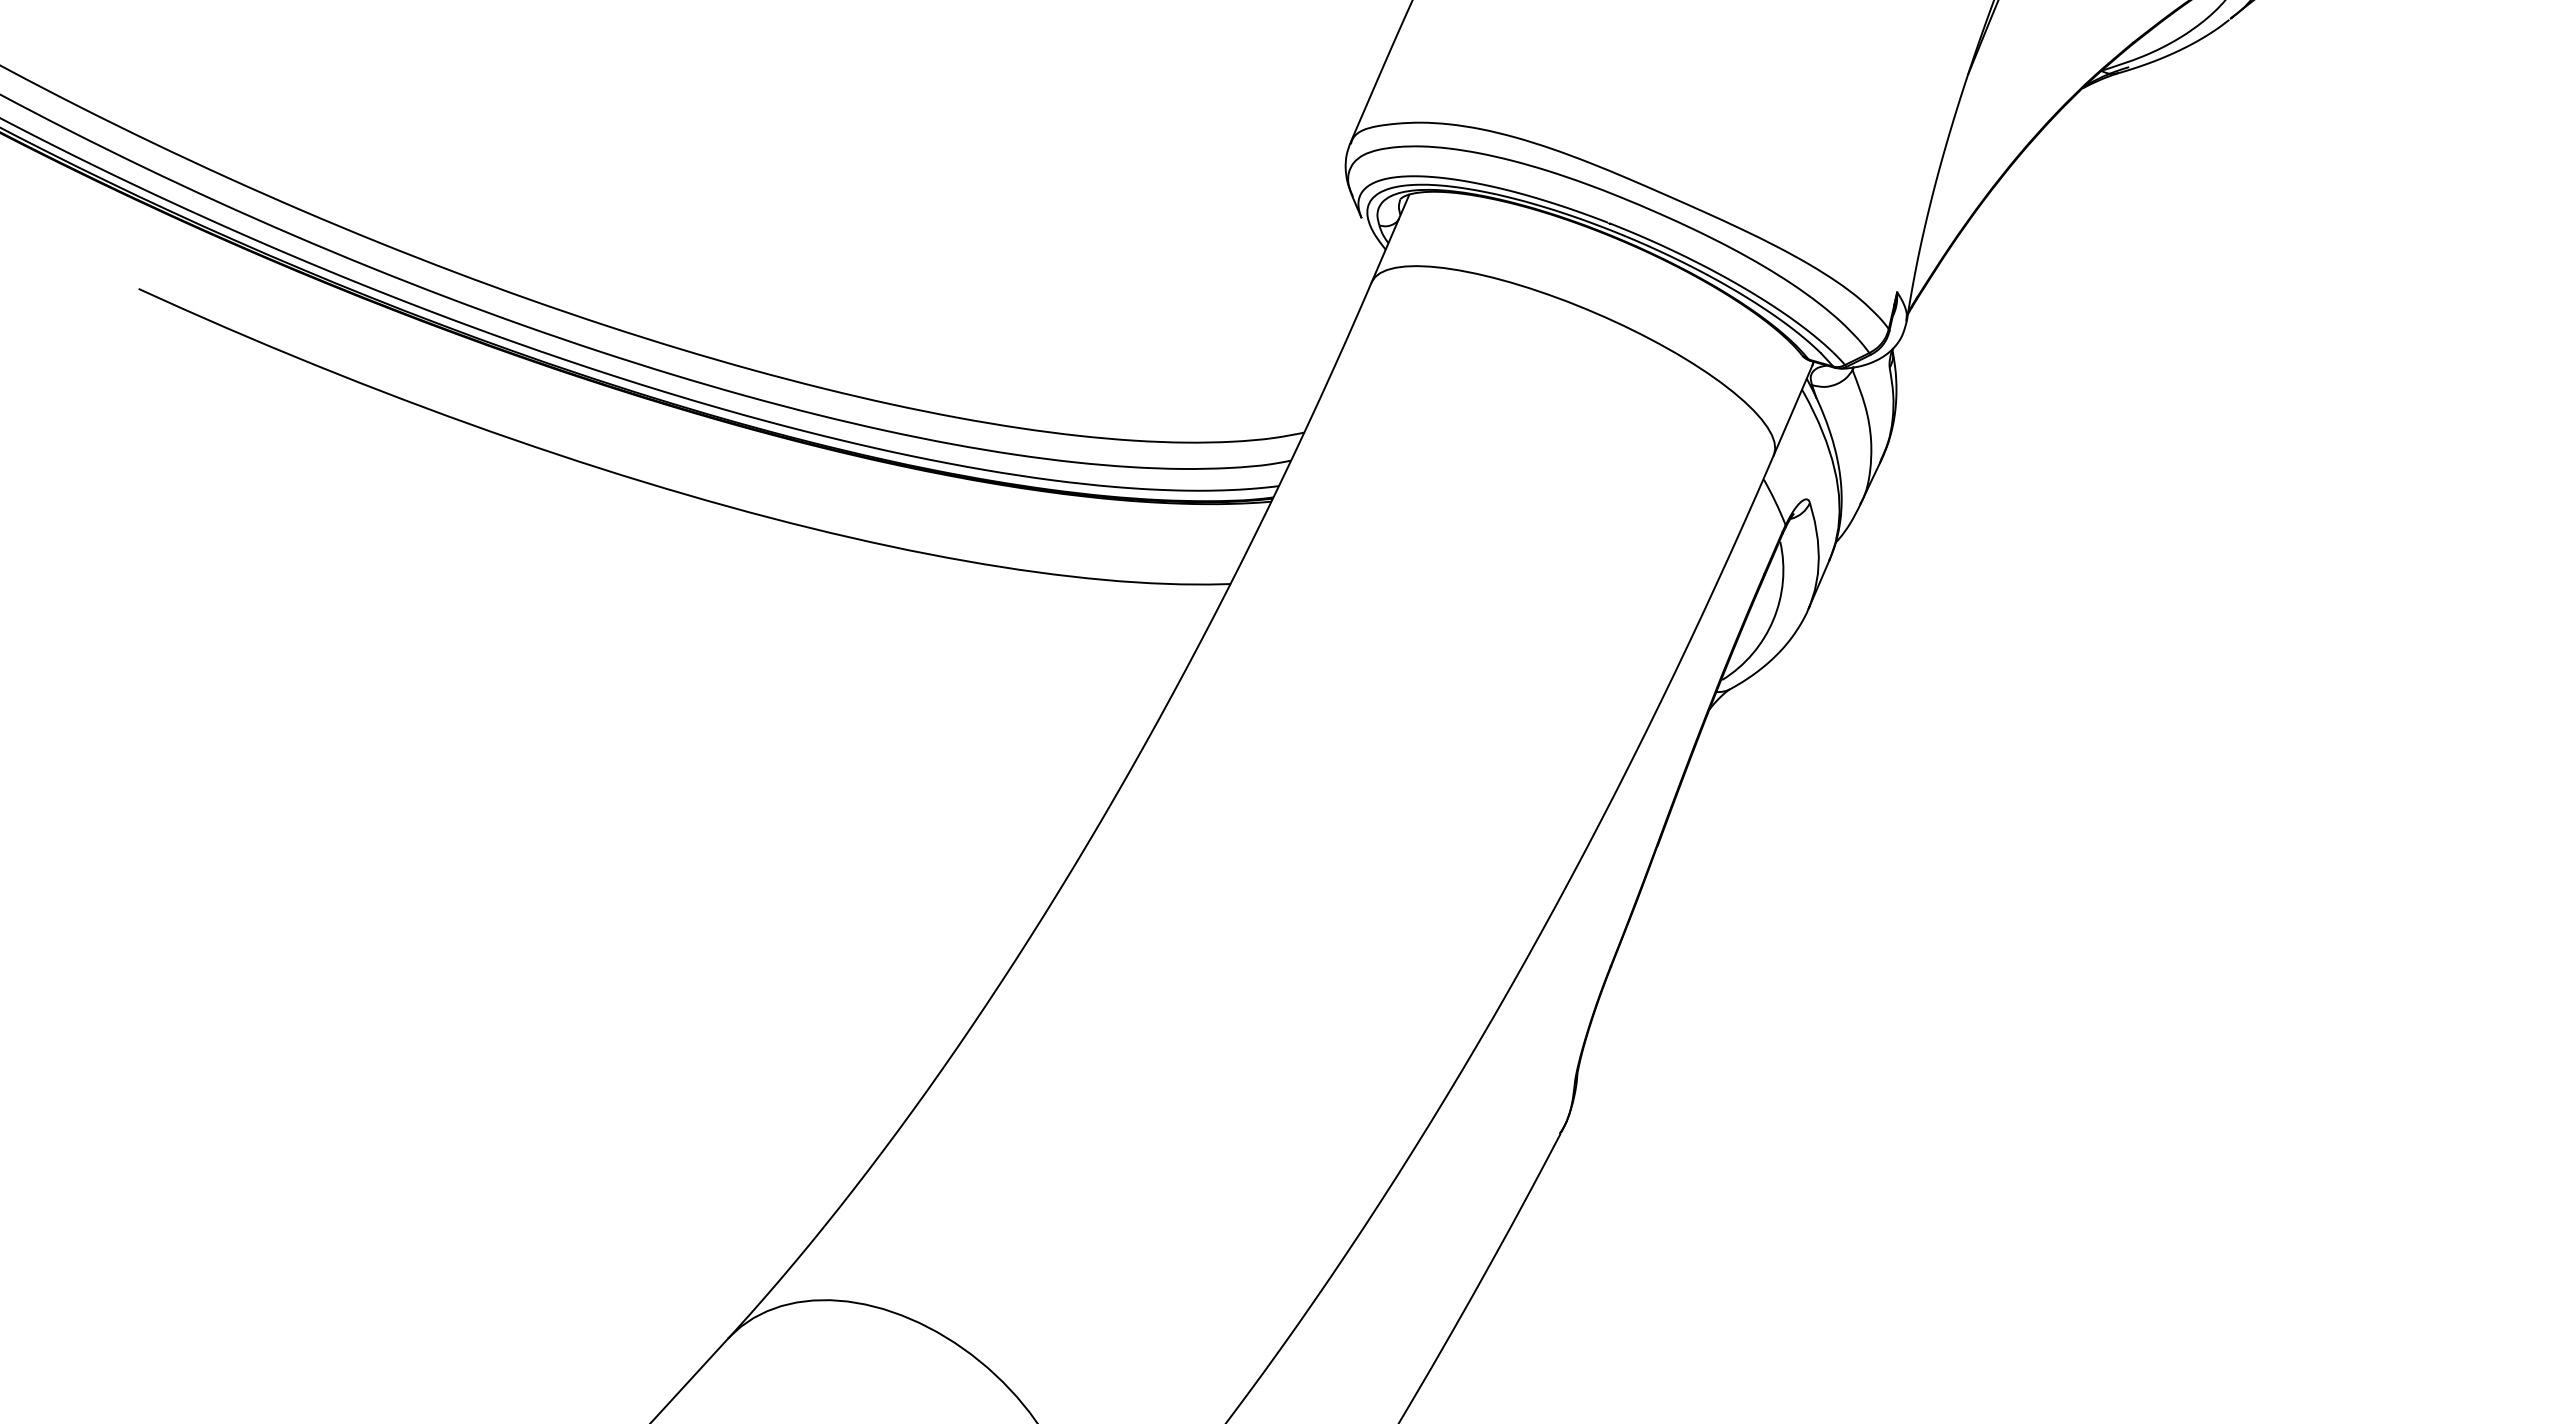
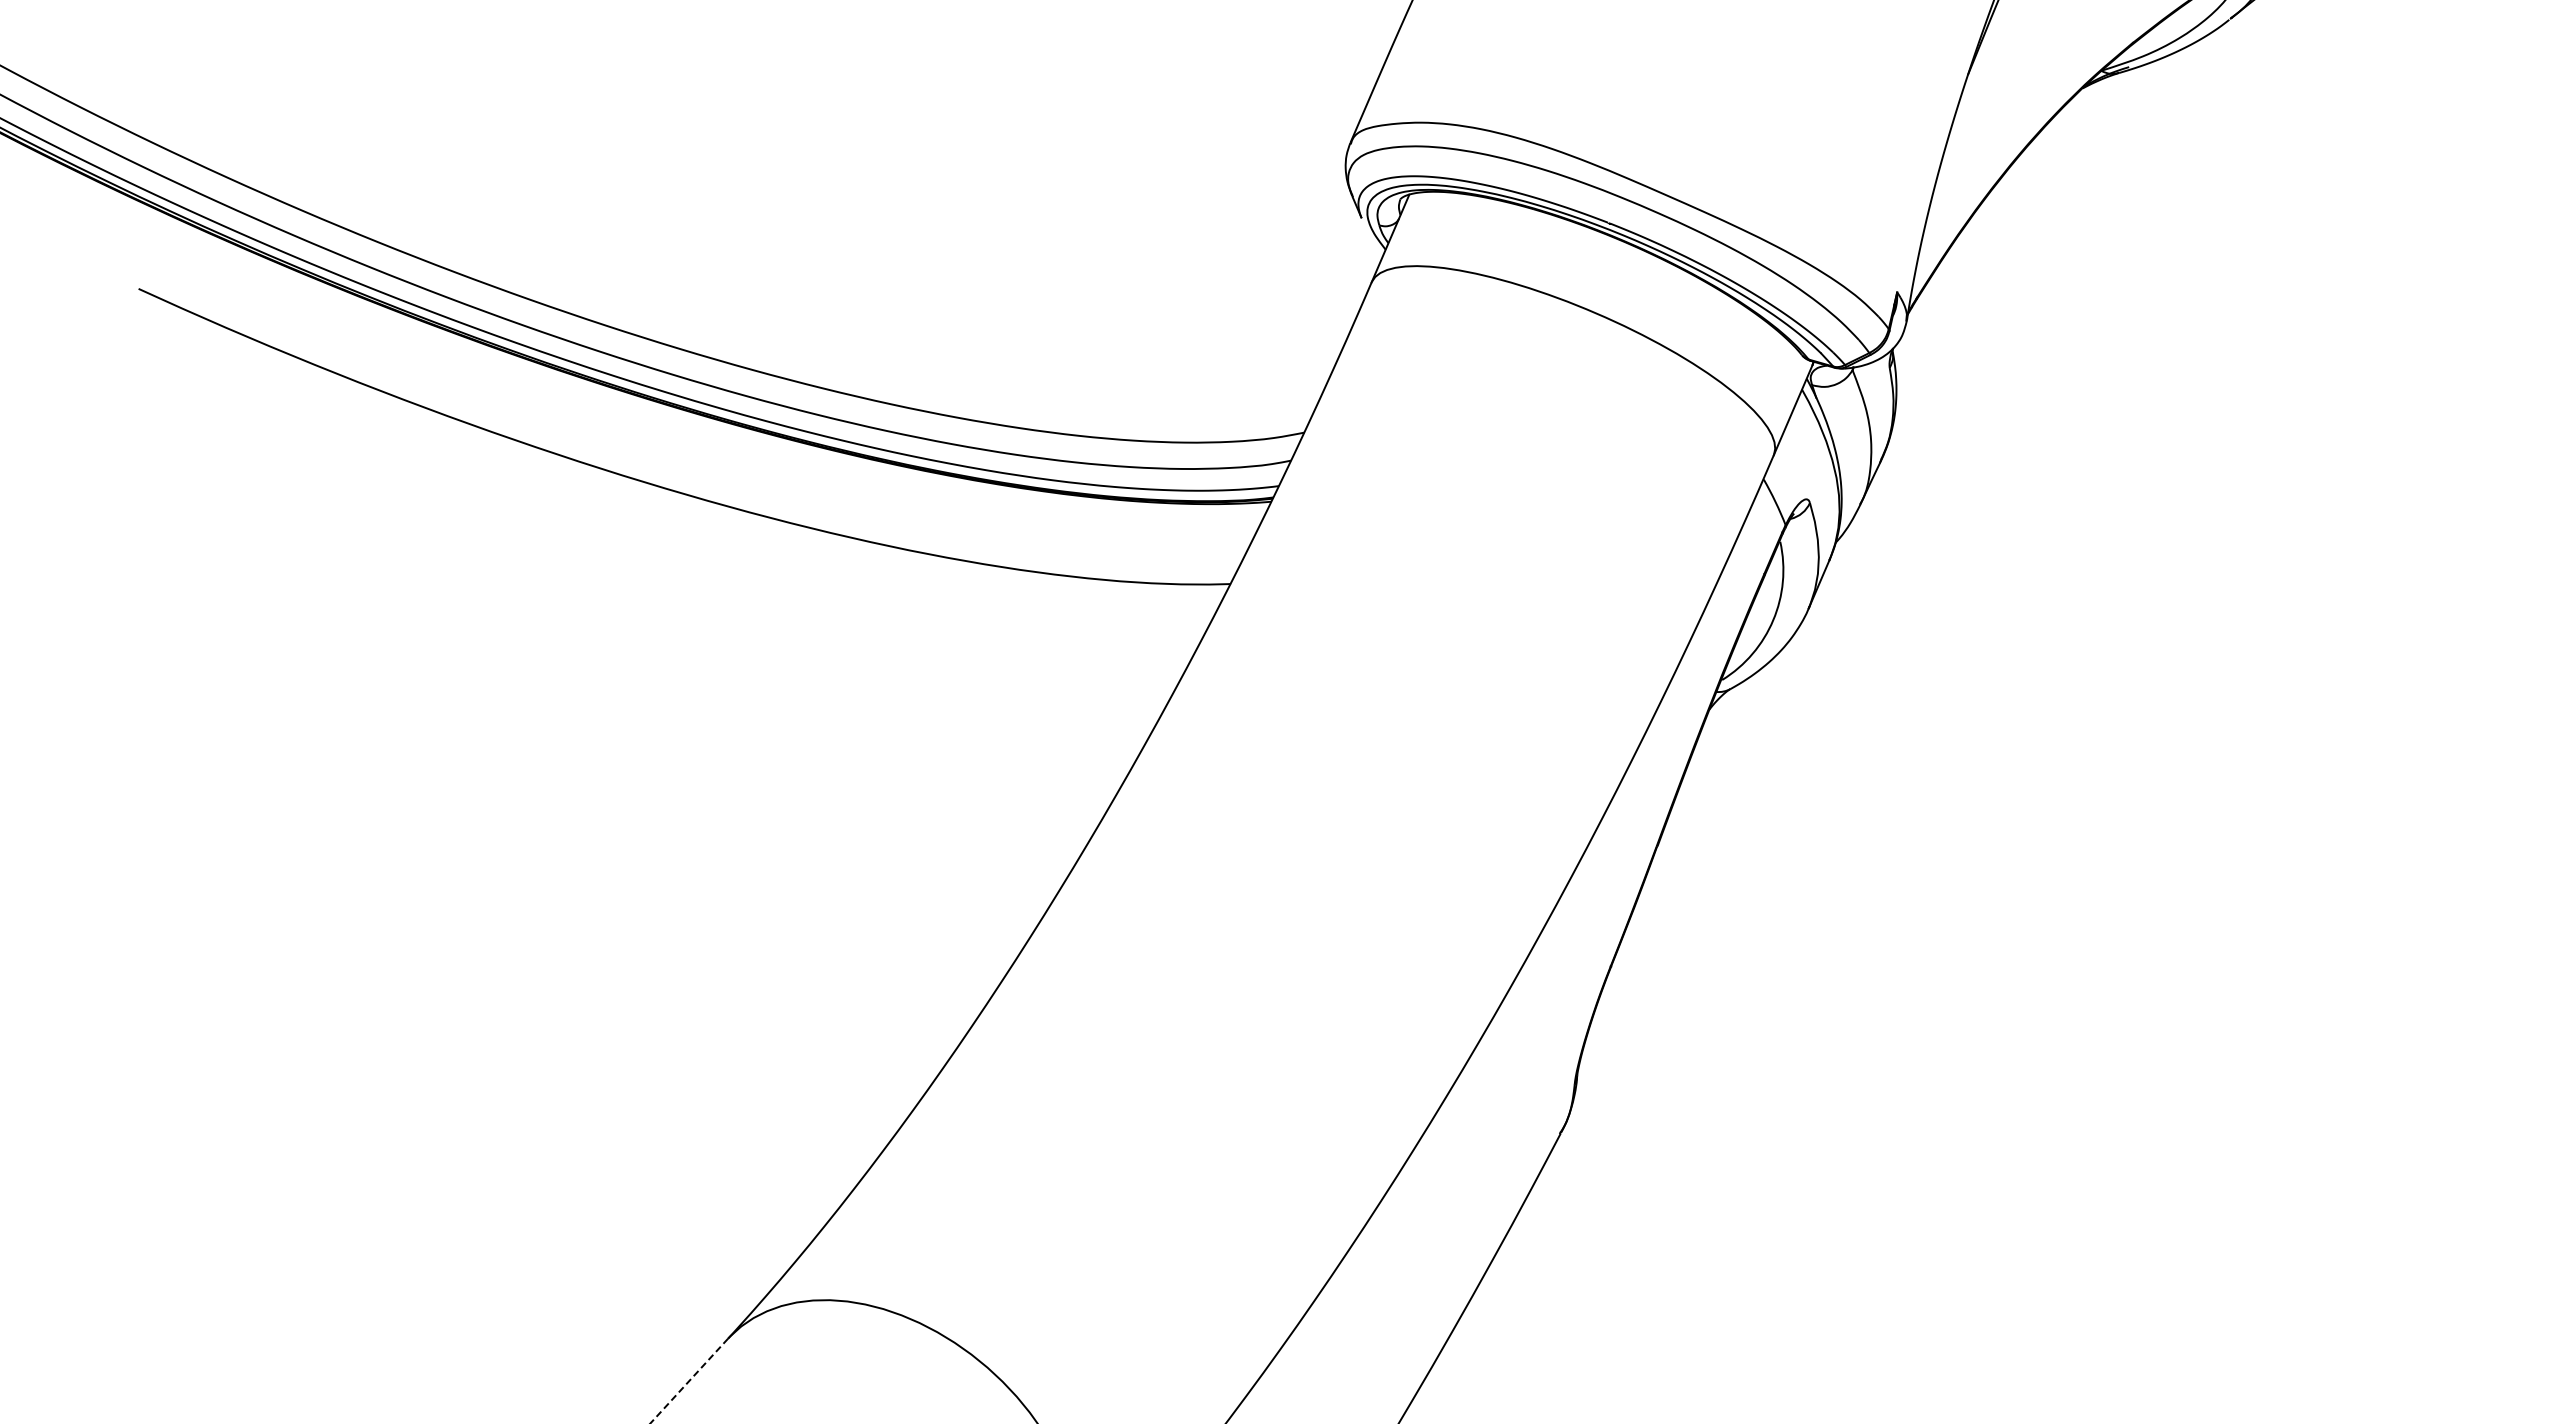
line at (689, 1381): solid -> dashed
